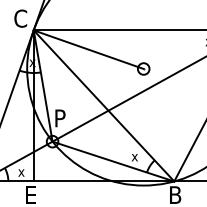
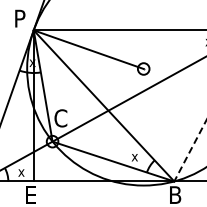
text at (20, 18): C -> P
text at (60, 118): P -> C
line at (190, 150): solid -> dashed
